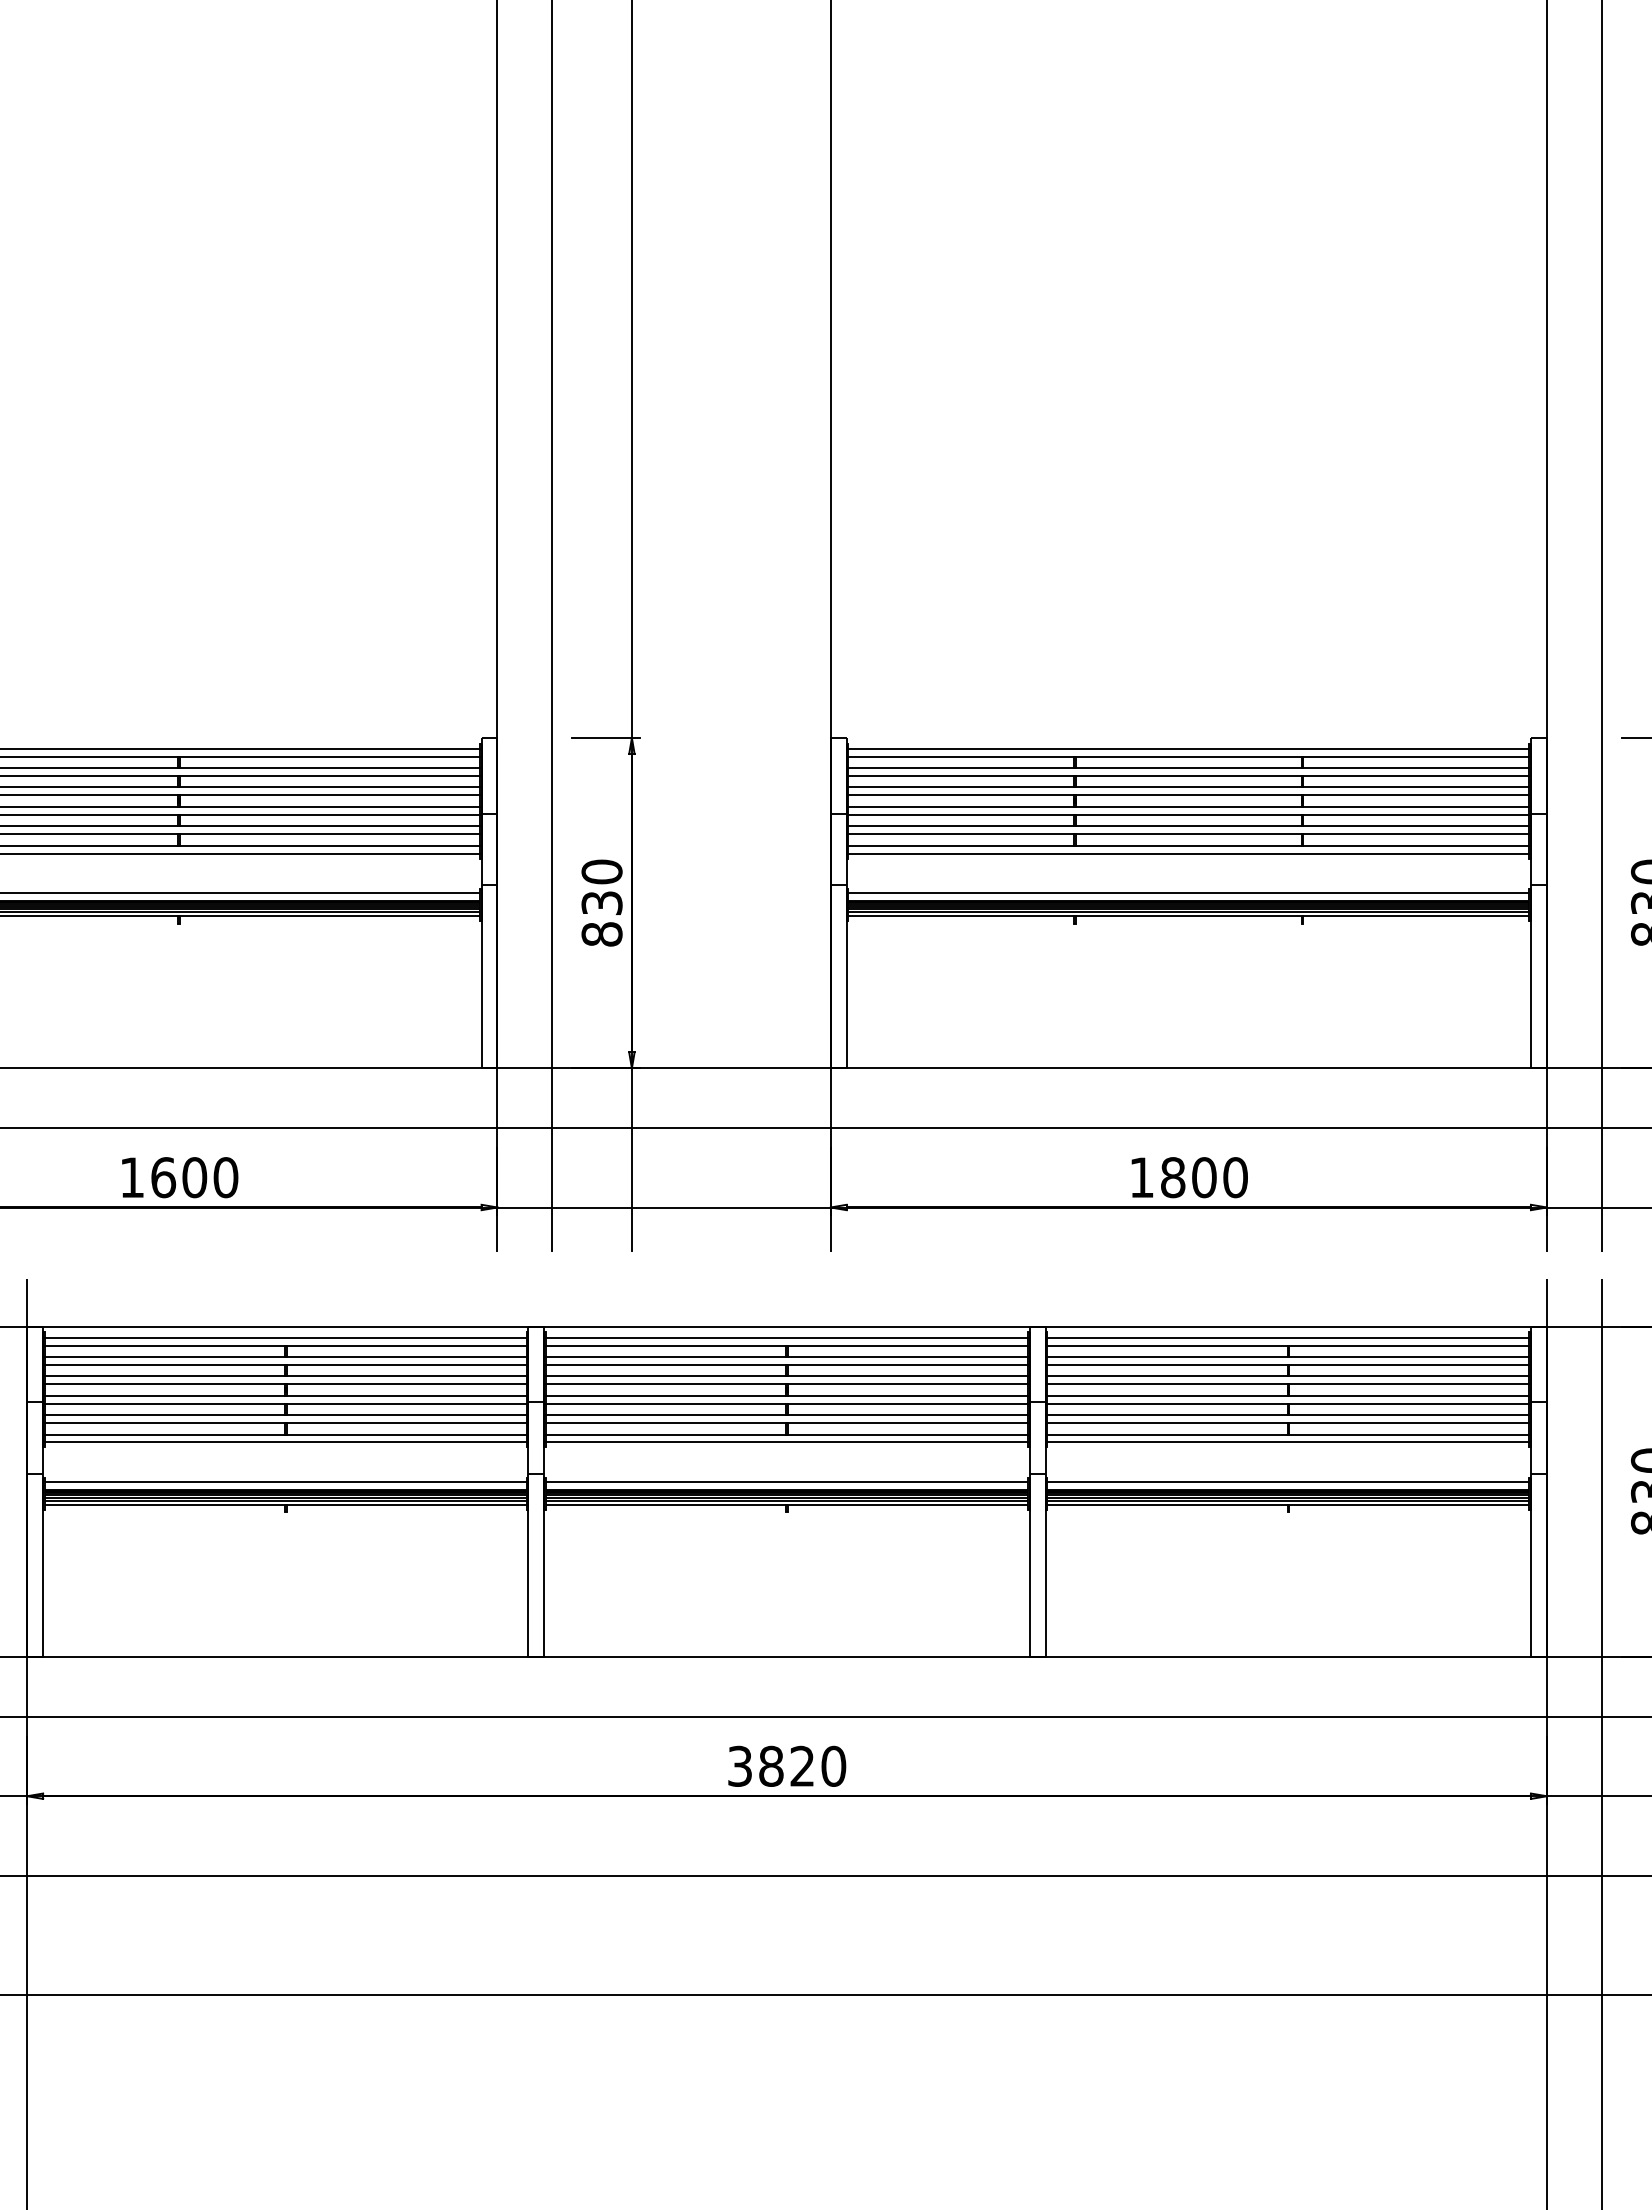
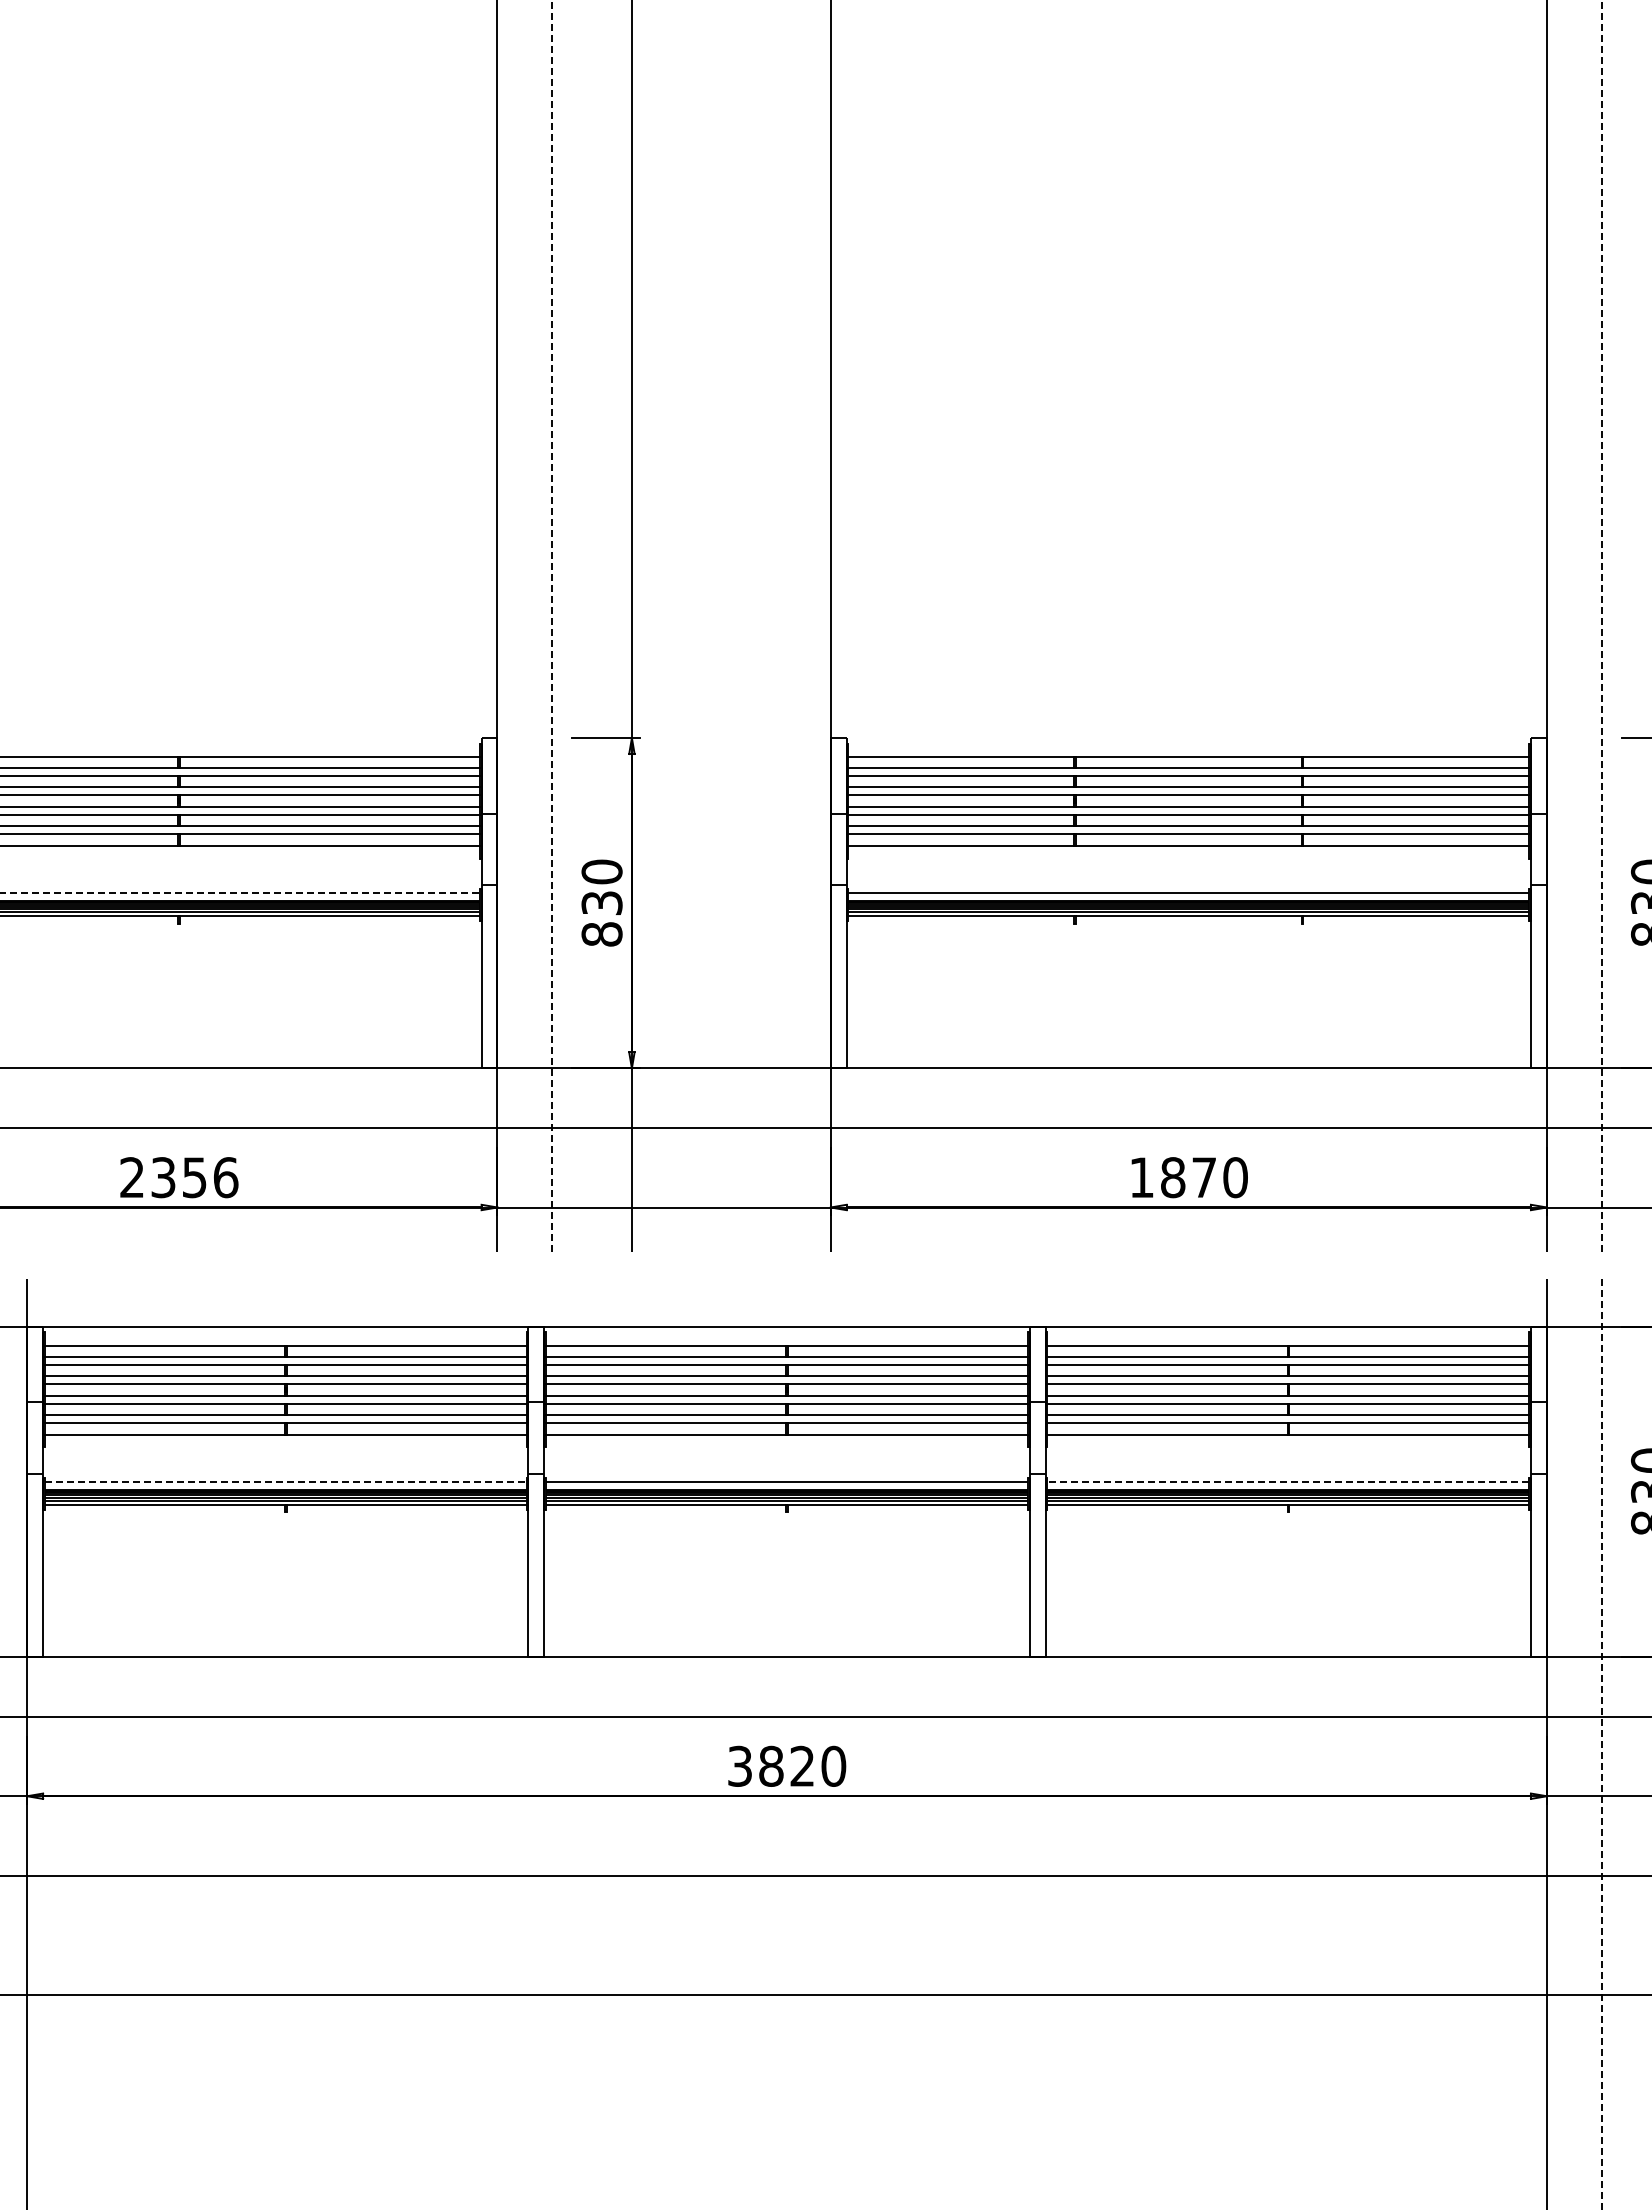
line at (552, 626): solid -> dashed
line at (1601, 626): solid -> dashed
line at (240, 749): present -> none
line at (1188, 749): present -> none
line at (240, 853): present -> none
line at (1188, 853): present -> none
line at (240, 893): solid -> dashed
text at (179, 1177): 1600 -> 2356
text at (1204, 1177): 1800 -> 1870
line at (285, 1338): present -> none
line at (786, 1338): present -> none
line at (1288, 1338): present -> none
line at (285, 1442): present -> none
line at (786, 1442): present -> none
line at (1288, 1442): present -> none
line at (286, 1482): solid -> dashed
line at (1287, 1482): solid -> dashed
line at (1601, 1744): solid -> dashed
